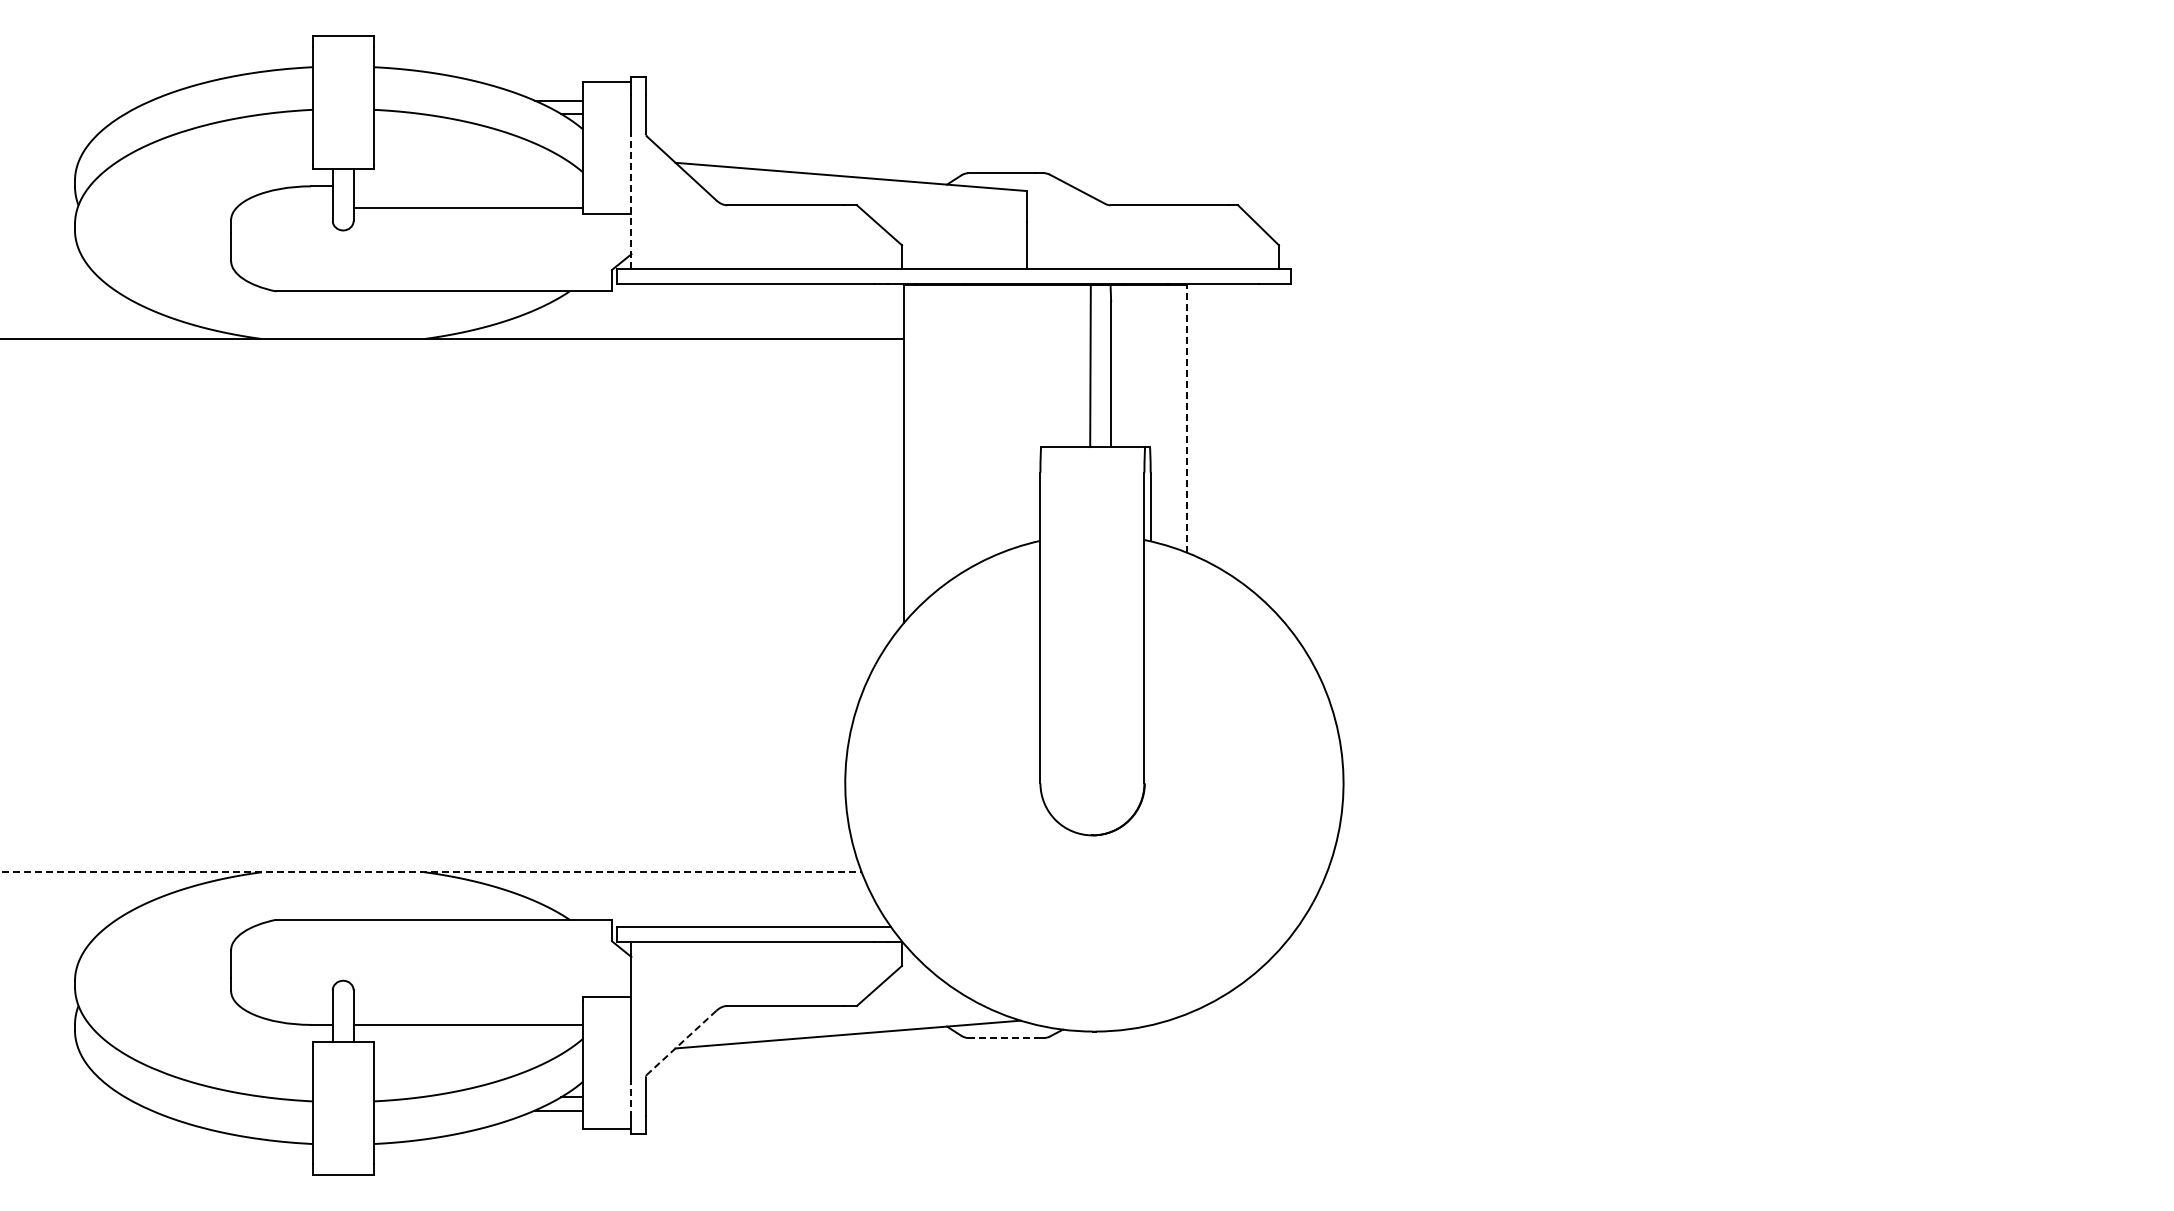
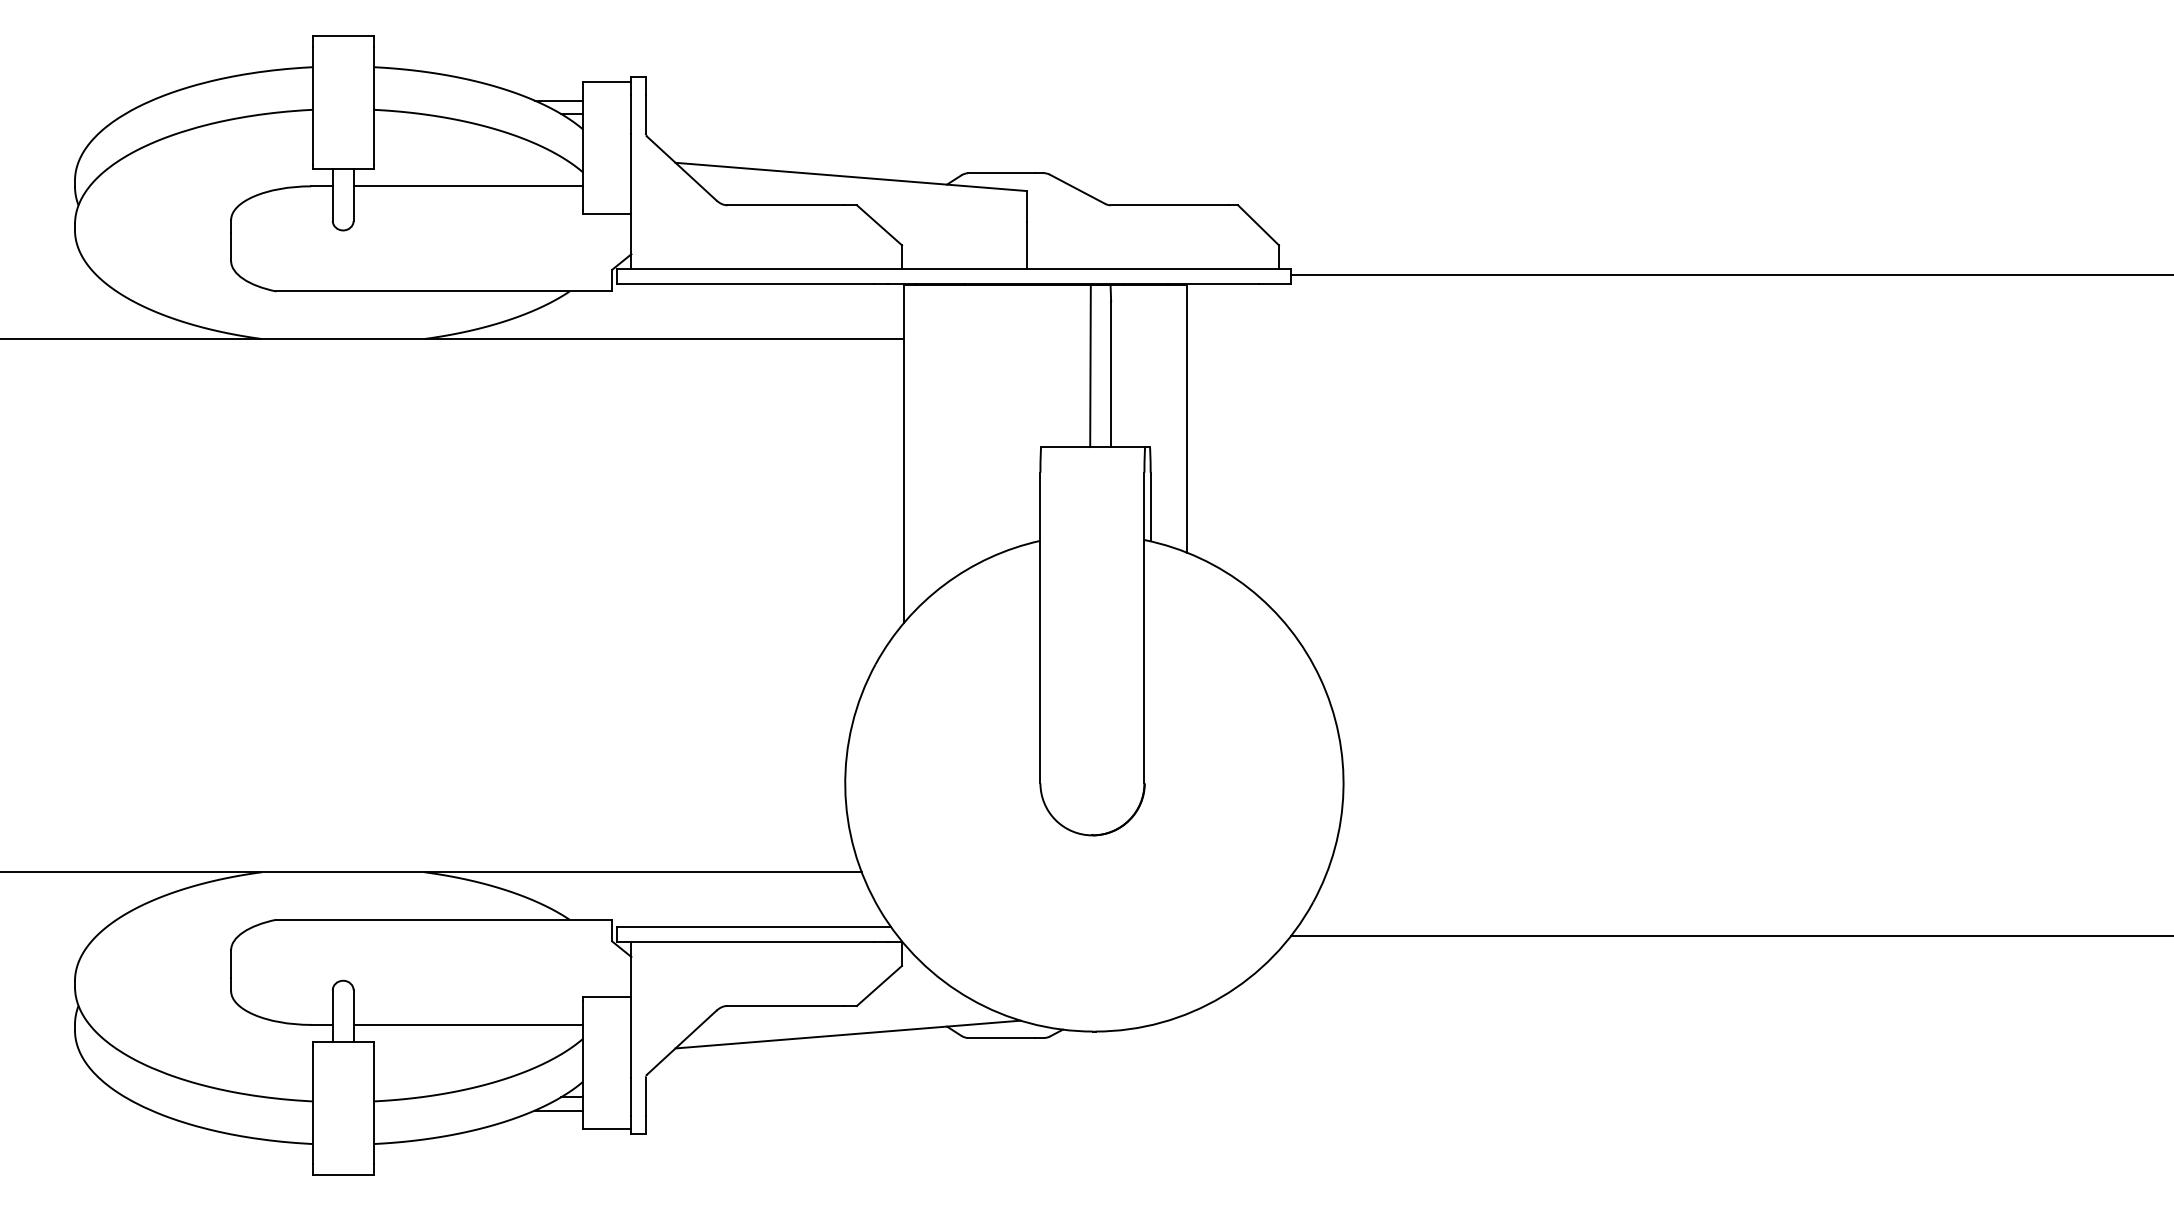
line at (631, 201): dashed -> solid
line at (468, 208) position: (468, 208) -> (468, 186)
line at (1730, 274): none -> present
line at (1186, 418): dashed -> solid
line at (431, 872): dashed -> solid
line at (1730, 936): none -> present
line at (1001, 1037): dashed -> solid
line at (681, 1043): dashed -> solid
line at (631, 1097): dashed -> solid
